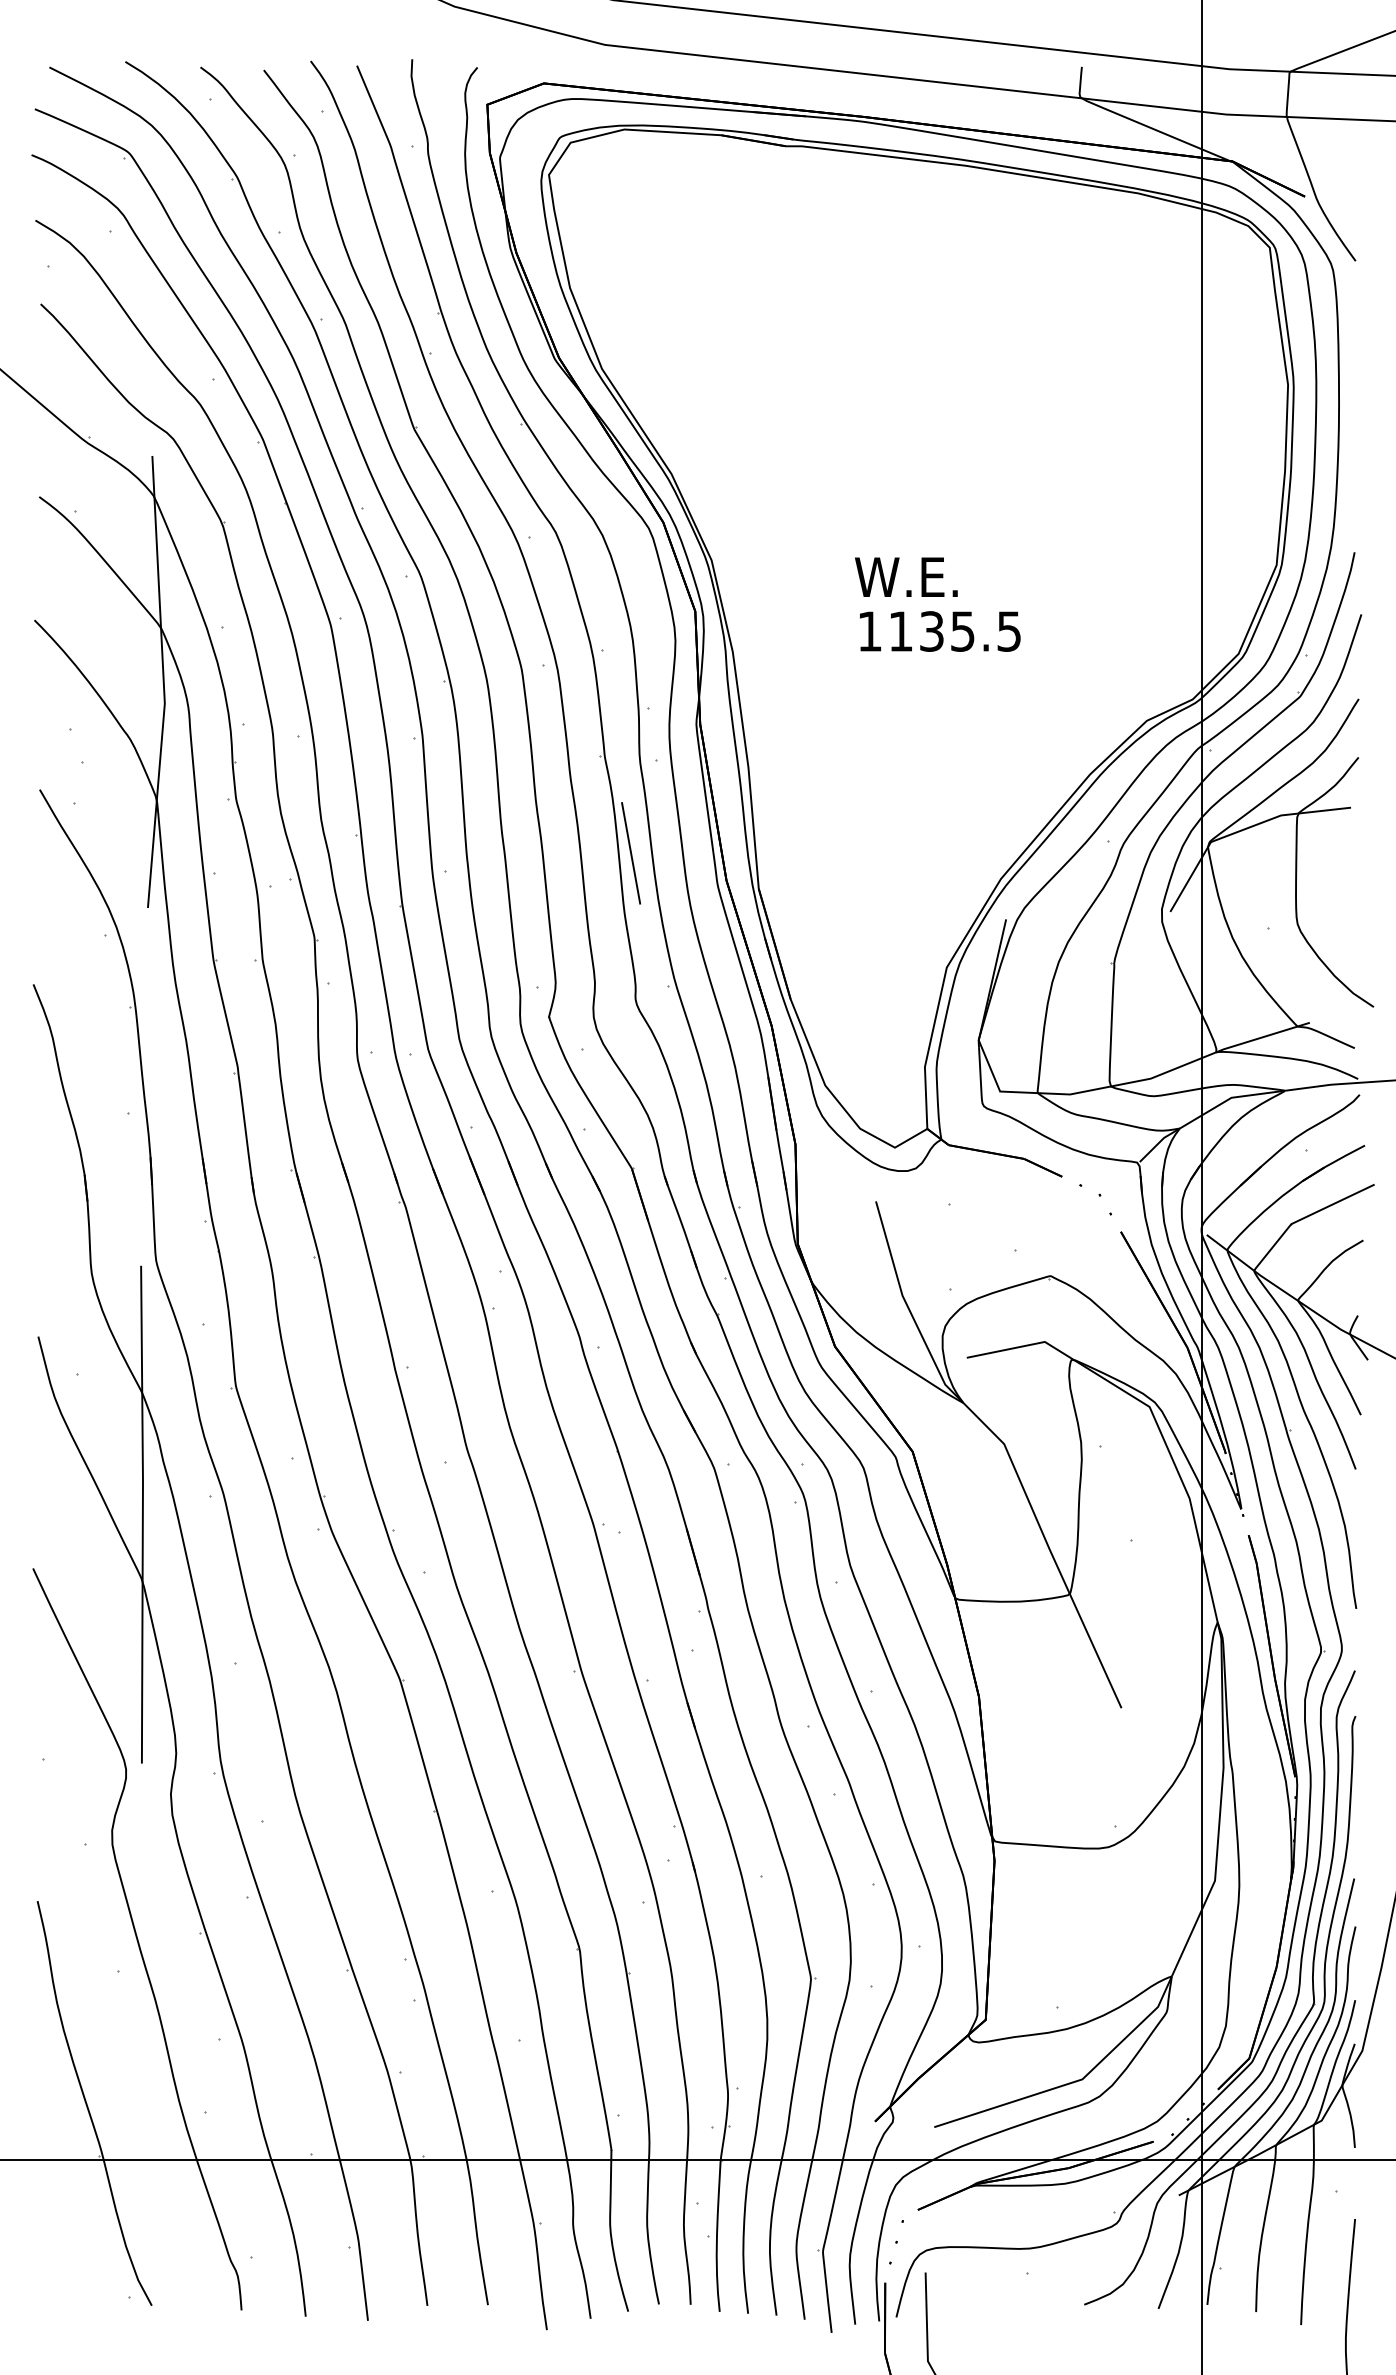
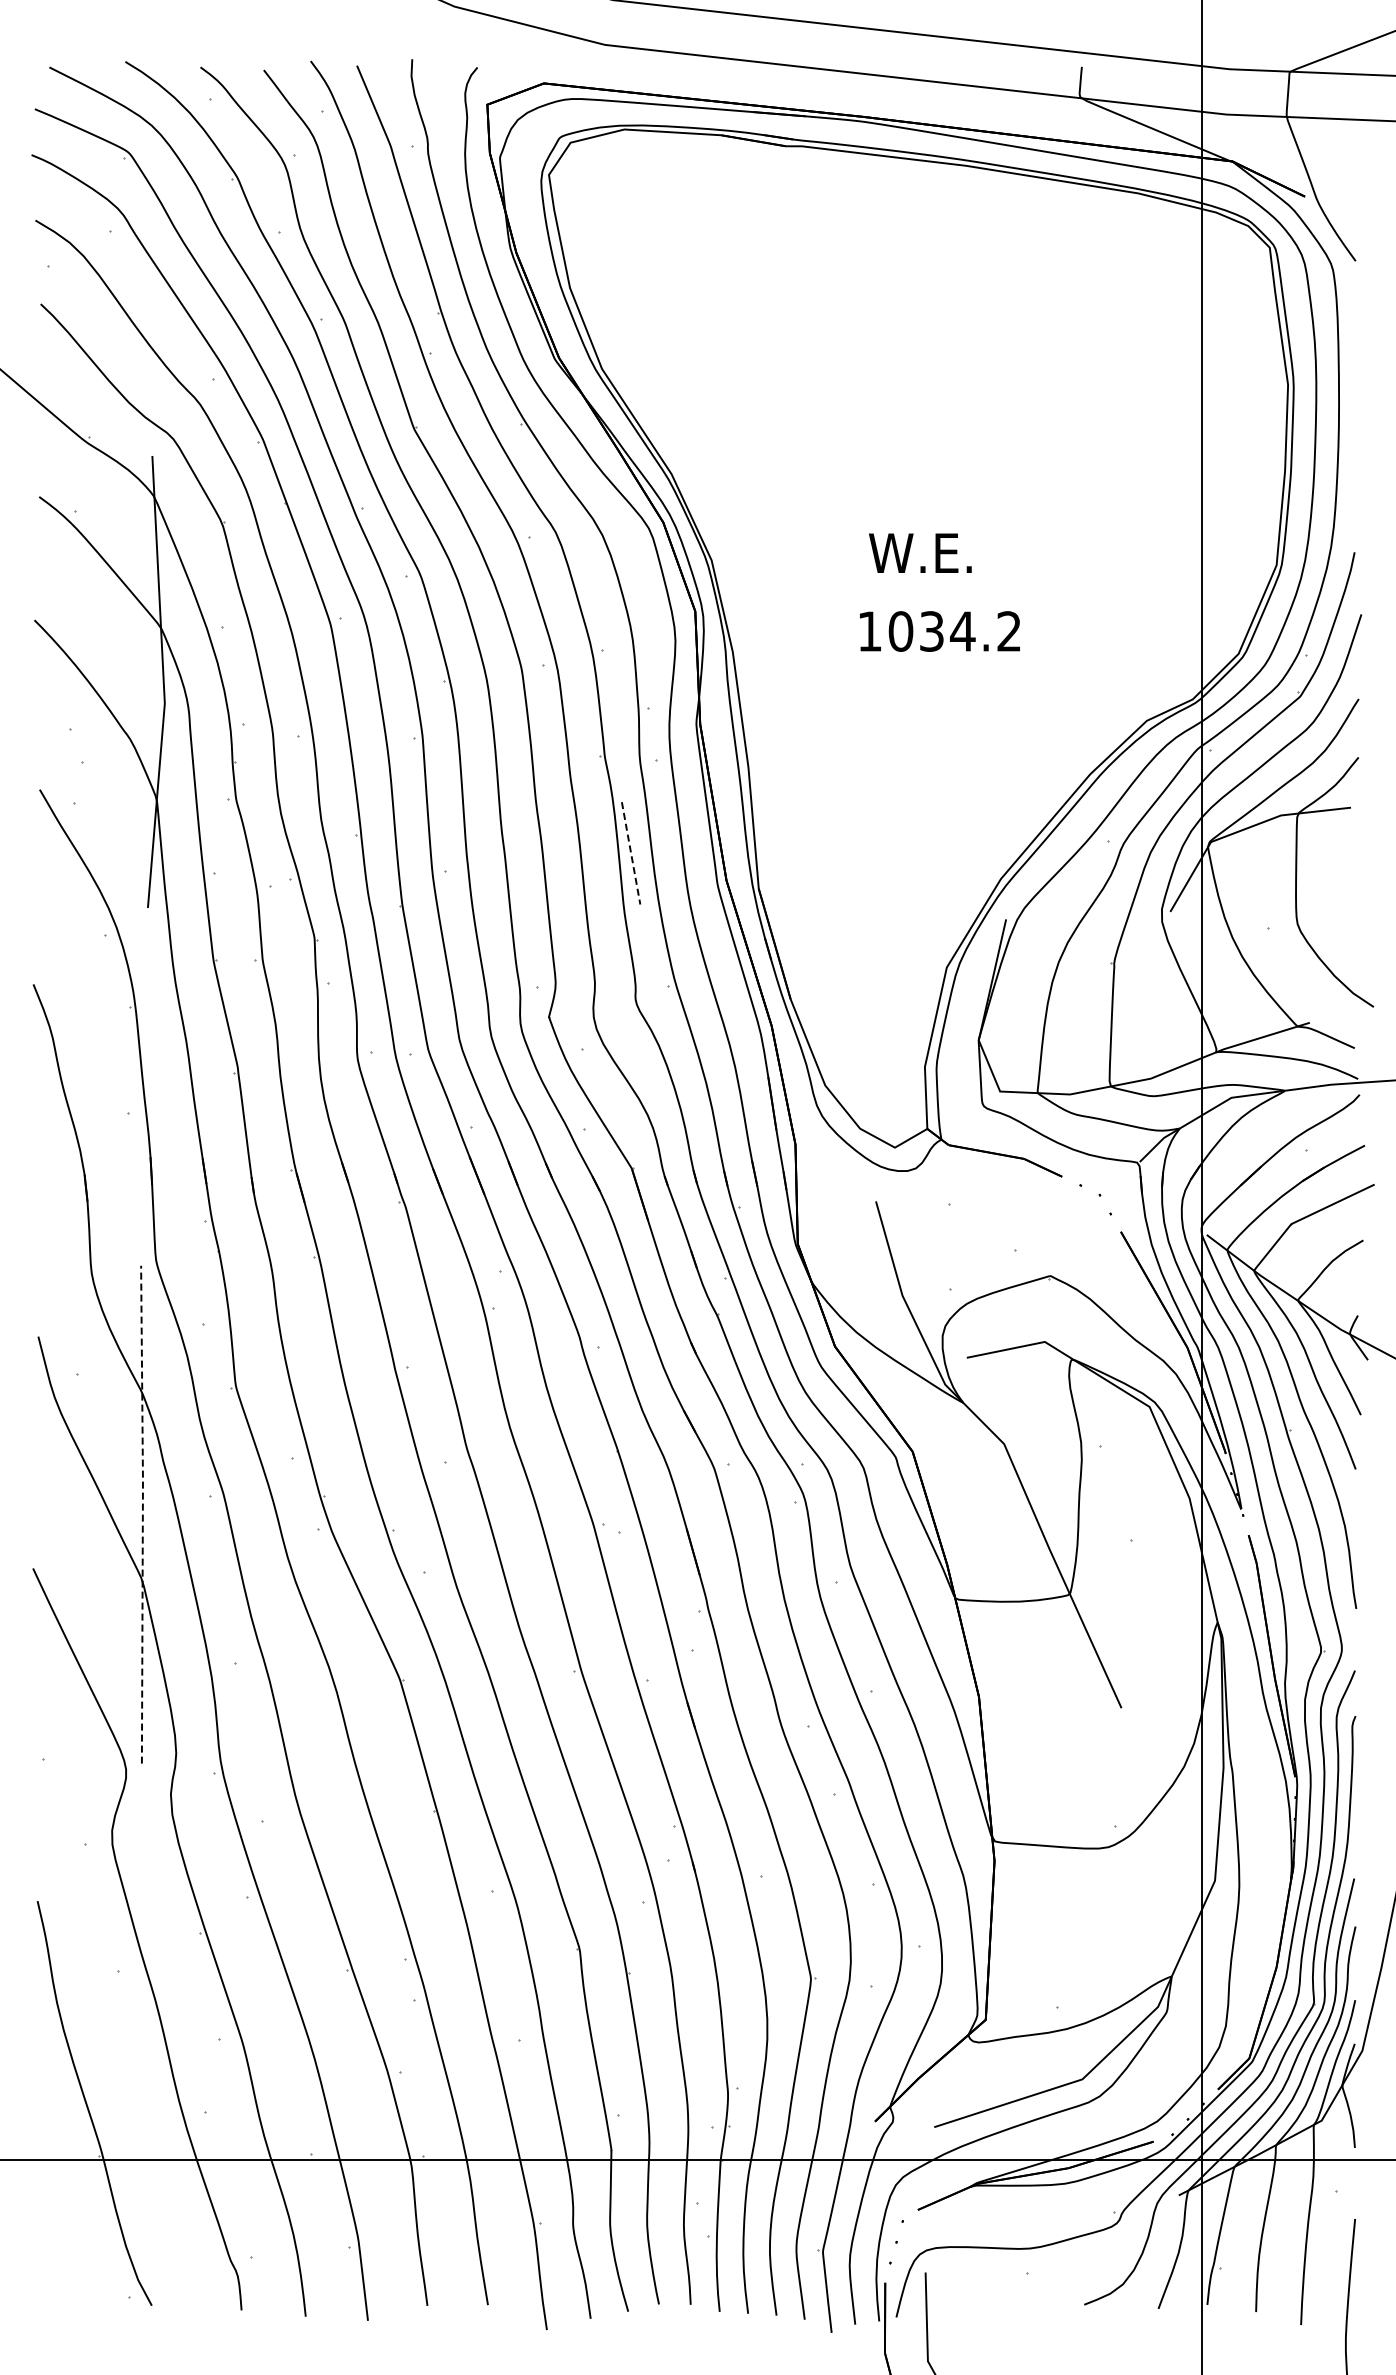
text at (906, 576) position: (906, 576) -> (920, 552)
text at (954, 631): 1135.5 -> 1034.2
line at (631, 853): solid -> dashed
line at (142, 1514): solid -> dashed
